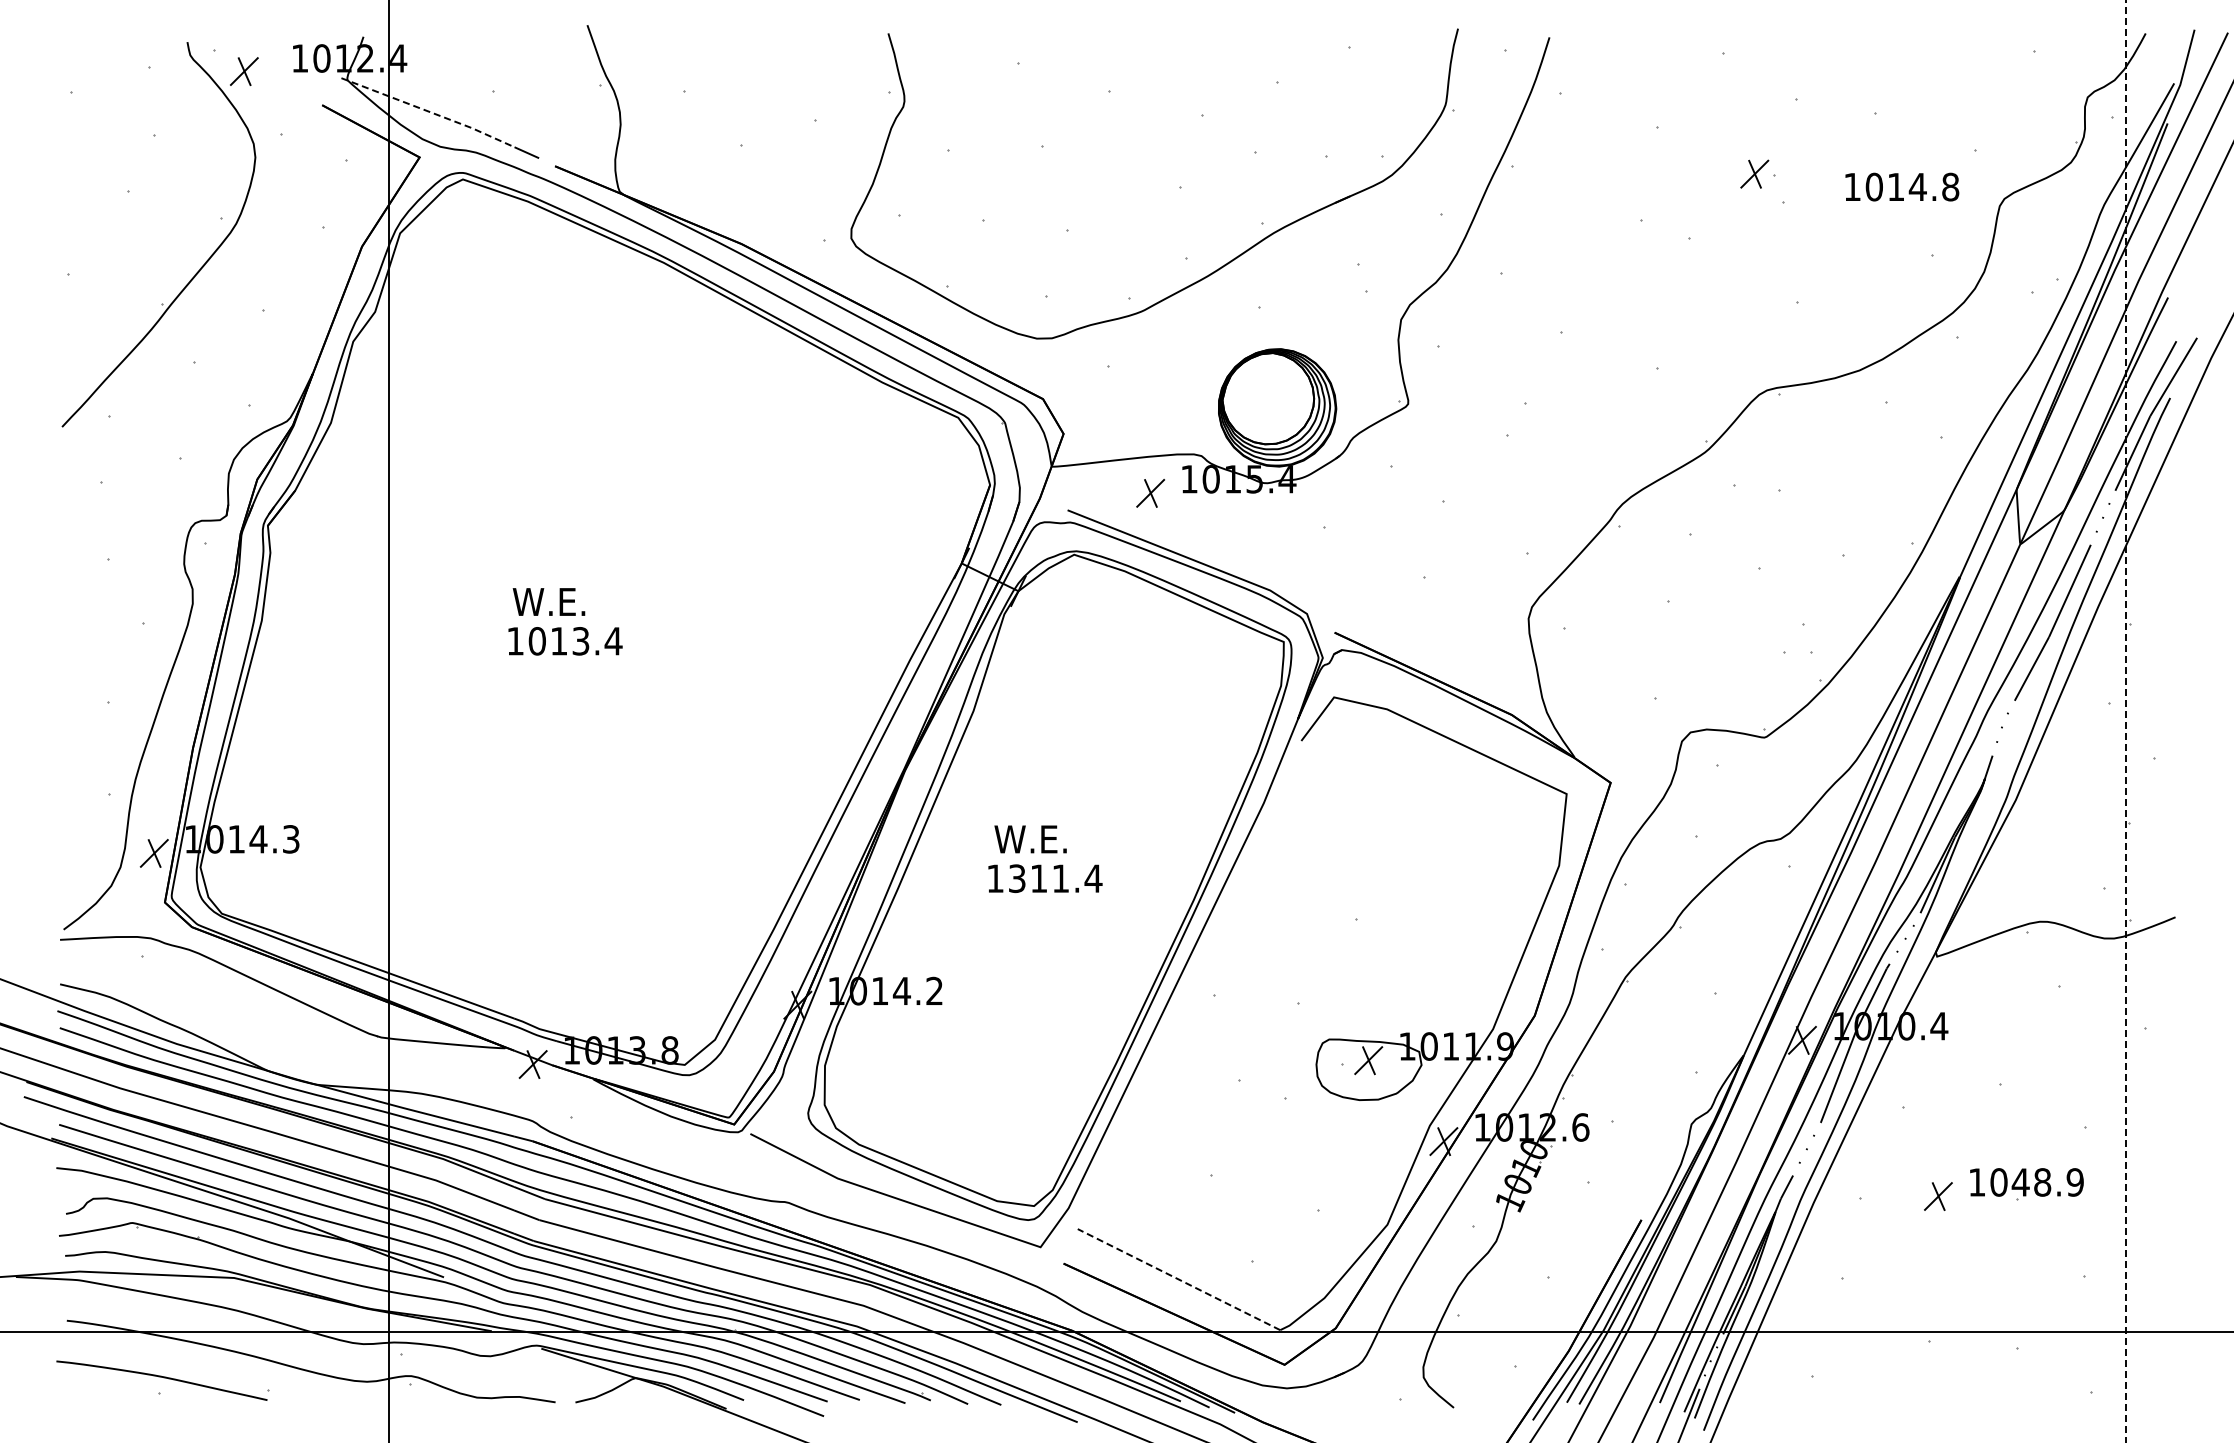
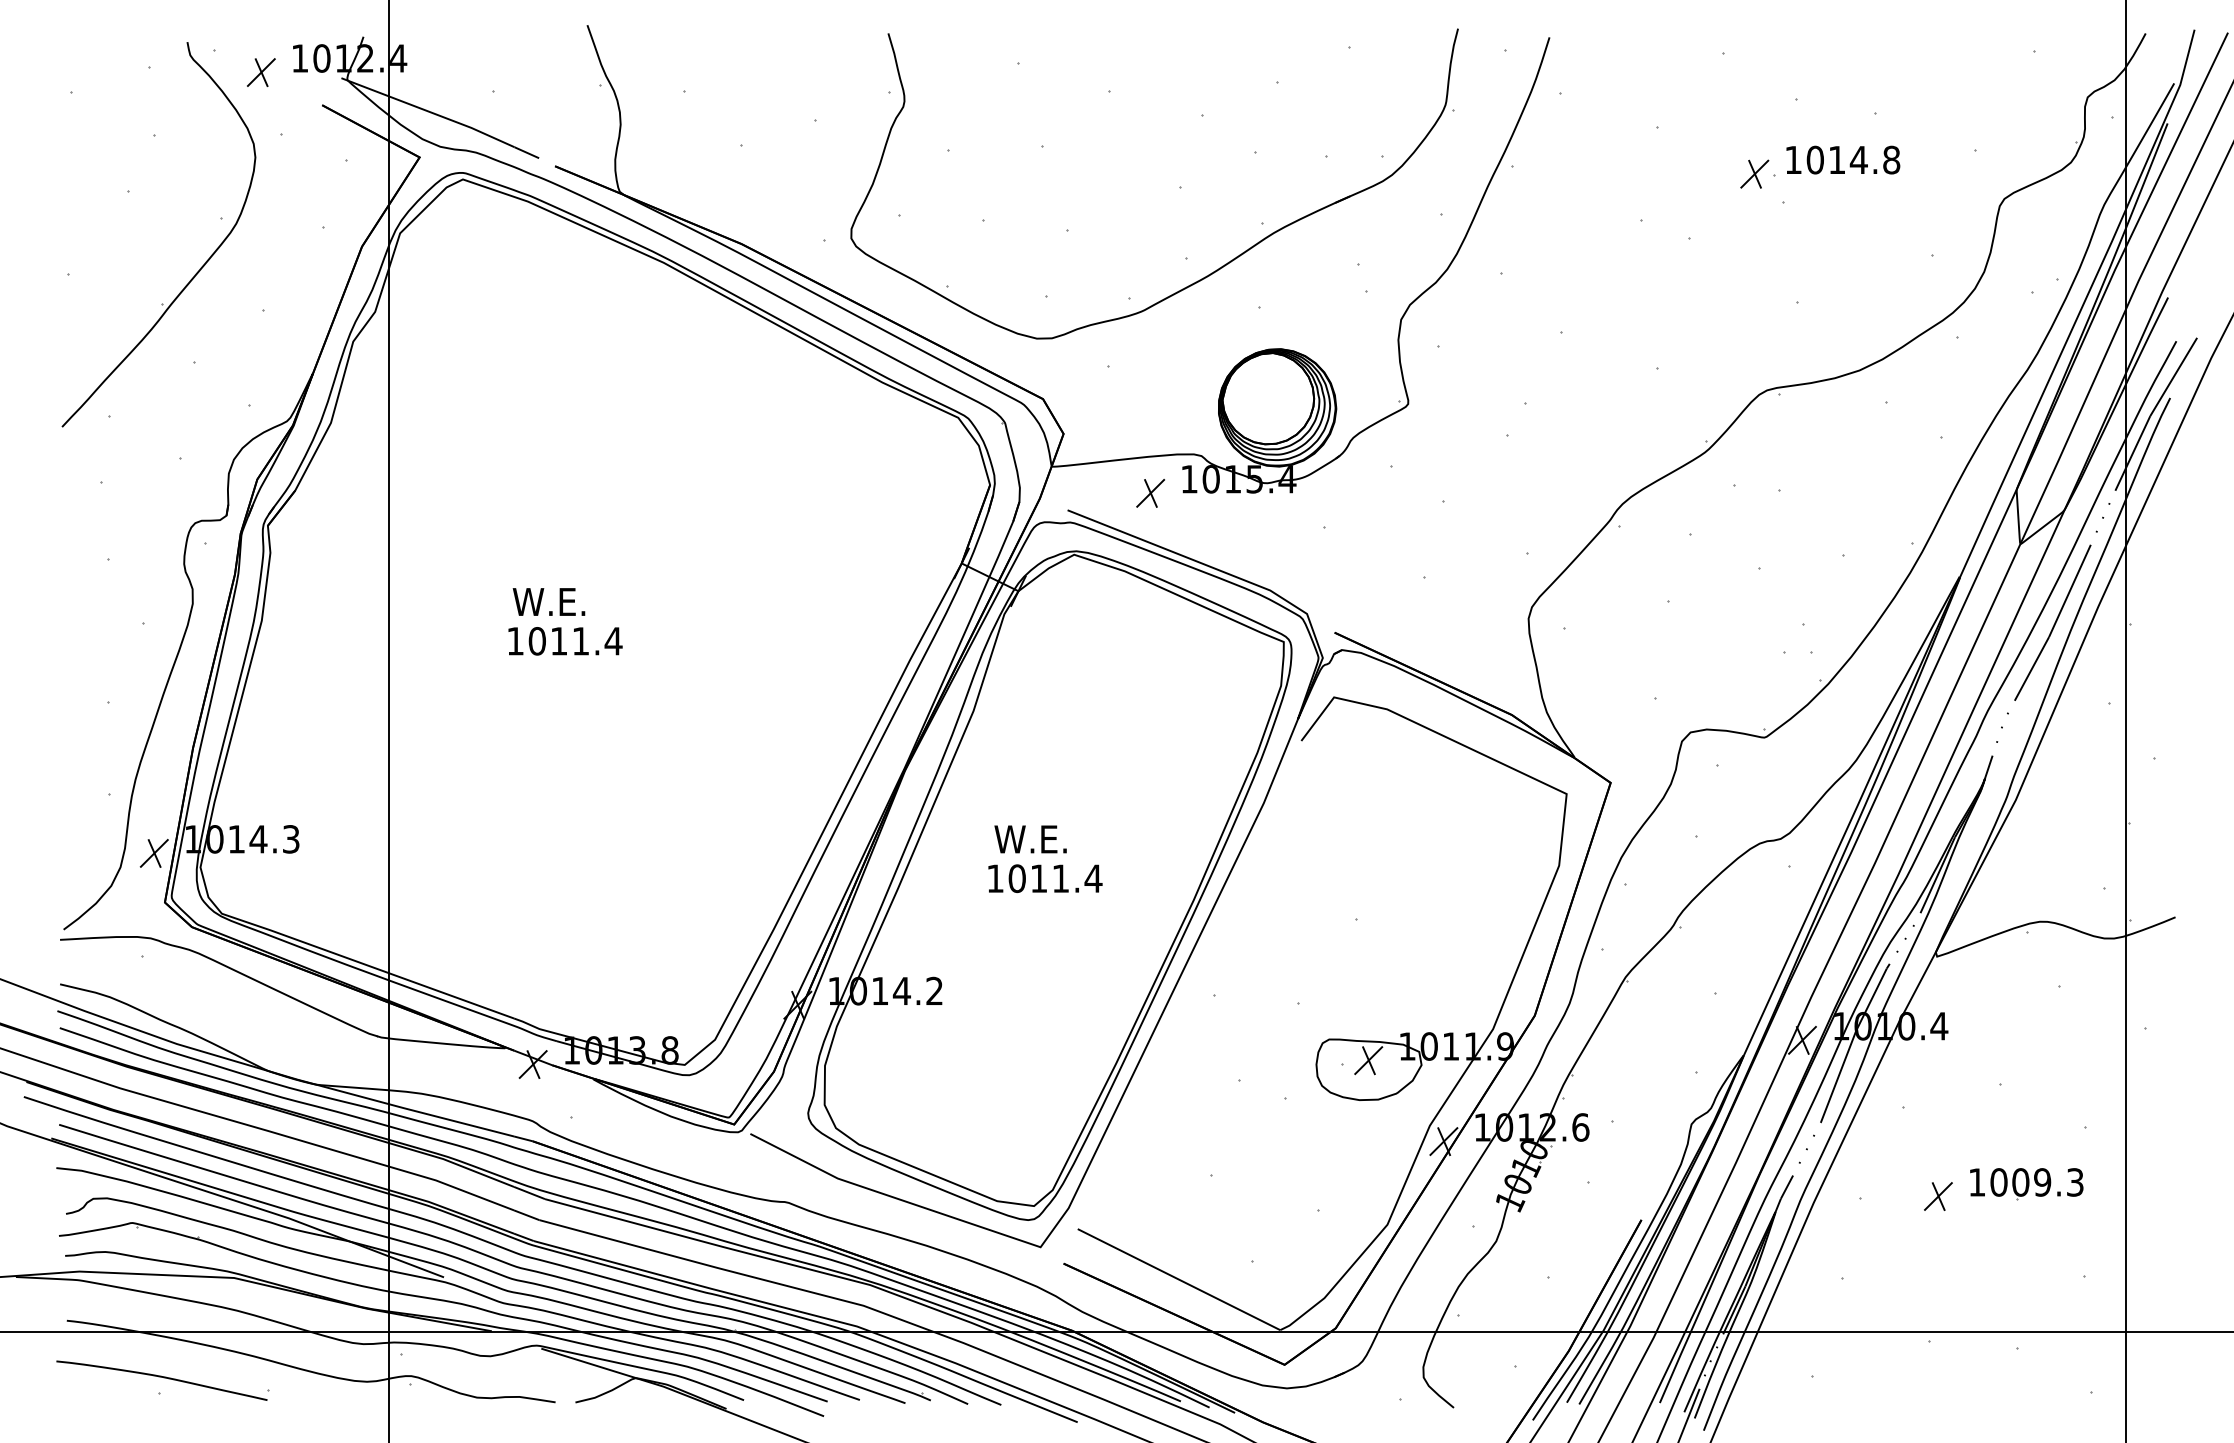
part at (244, 71) position: (244, 71) -> (261, 72)
line at (429, 111): dashed -> solid
text at (1902, 186) position: (1902, 186) -> (1843, 159)
text at (580, 641): 1013.4 -> 1011.4
line at (2125, 721): dashed -> solid
text at (1016, 878): 1311.4 -> 1011.4
text at (2047, 1182): 1048.9 -> 1009.3
line at (1178, 1279): dashed -> solid
